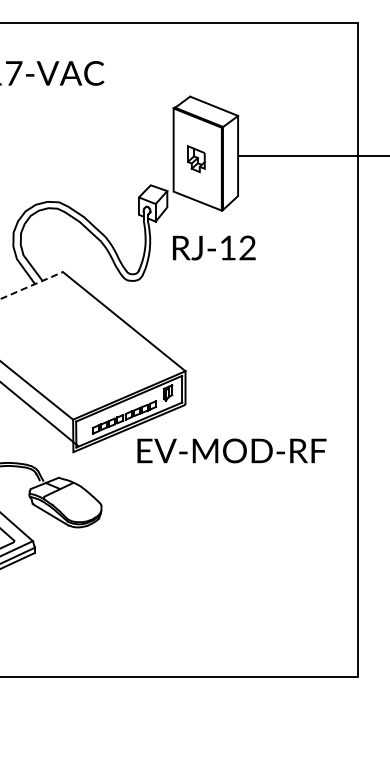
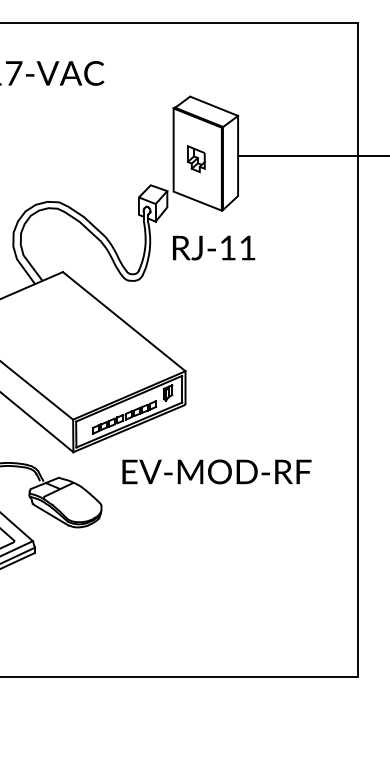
text at (247, 247): RJ-12 -> RJ-11
line at (31, 285): dashed -> solid
line at (40, 414) position: (40, 414) -> (37, 422)
text at (231, 450) position: (231, 450) -> (216, 471)
